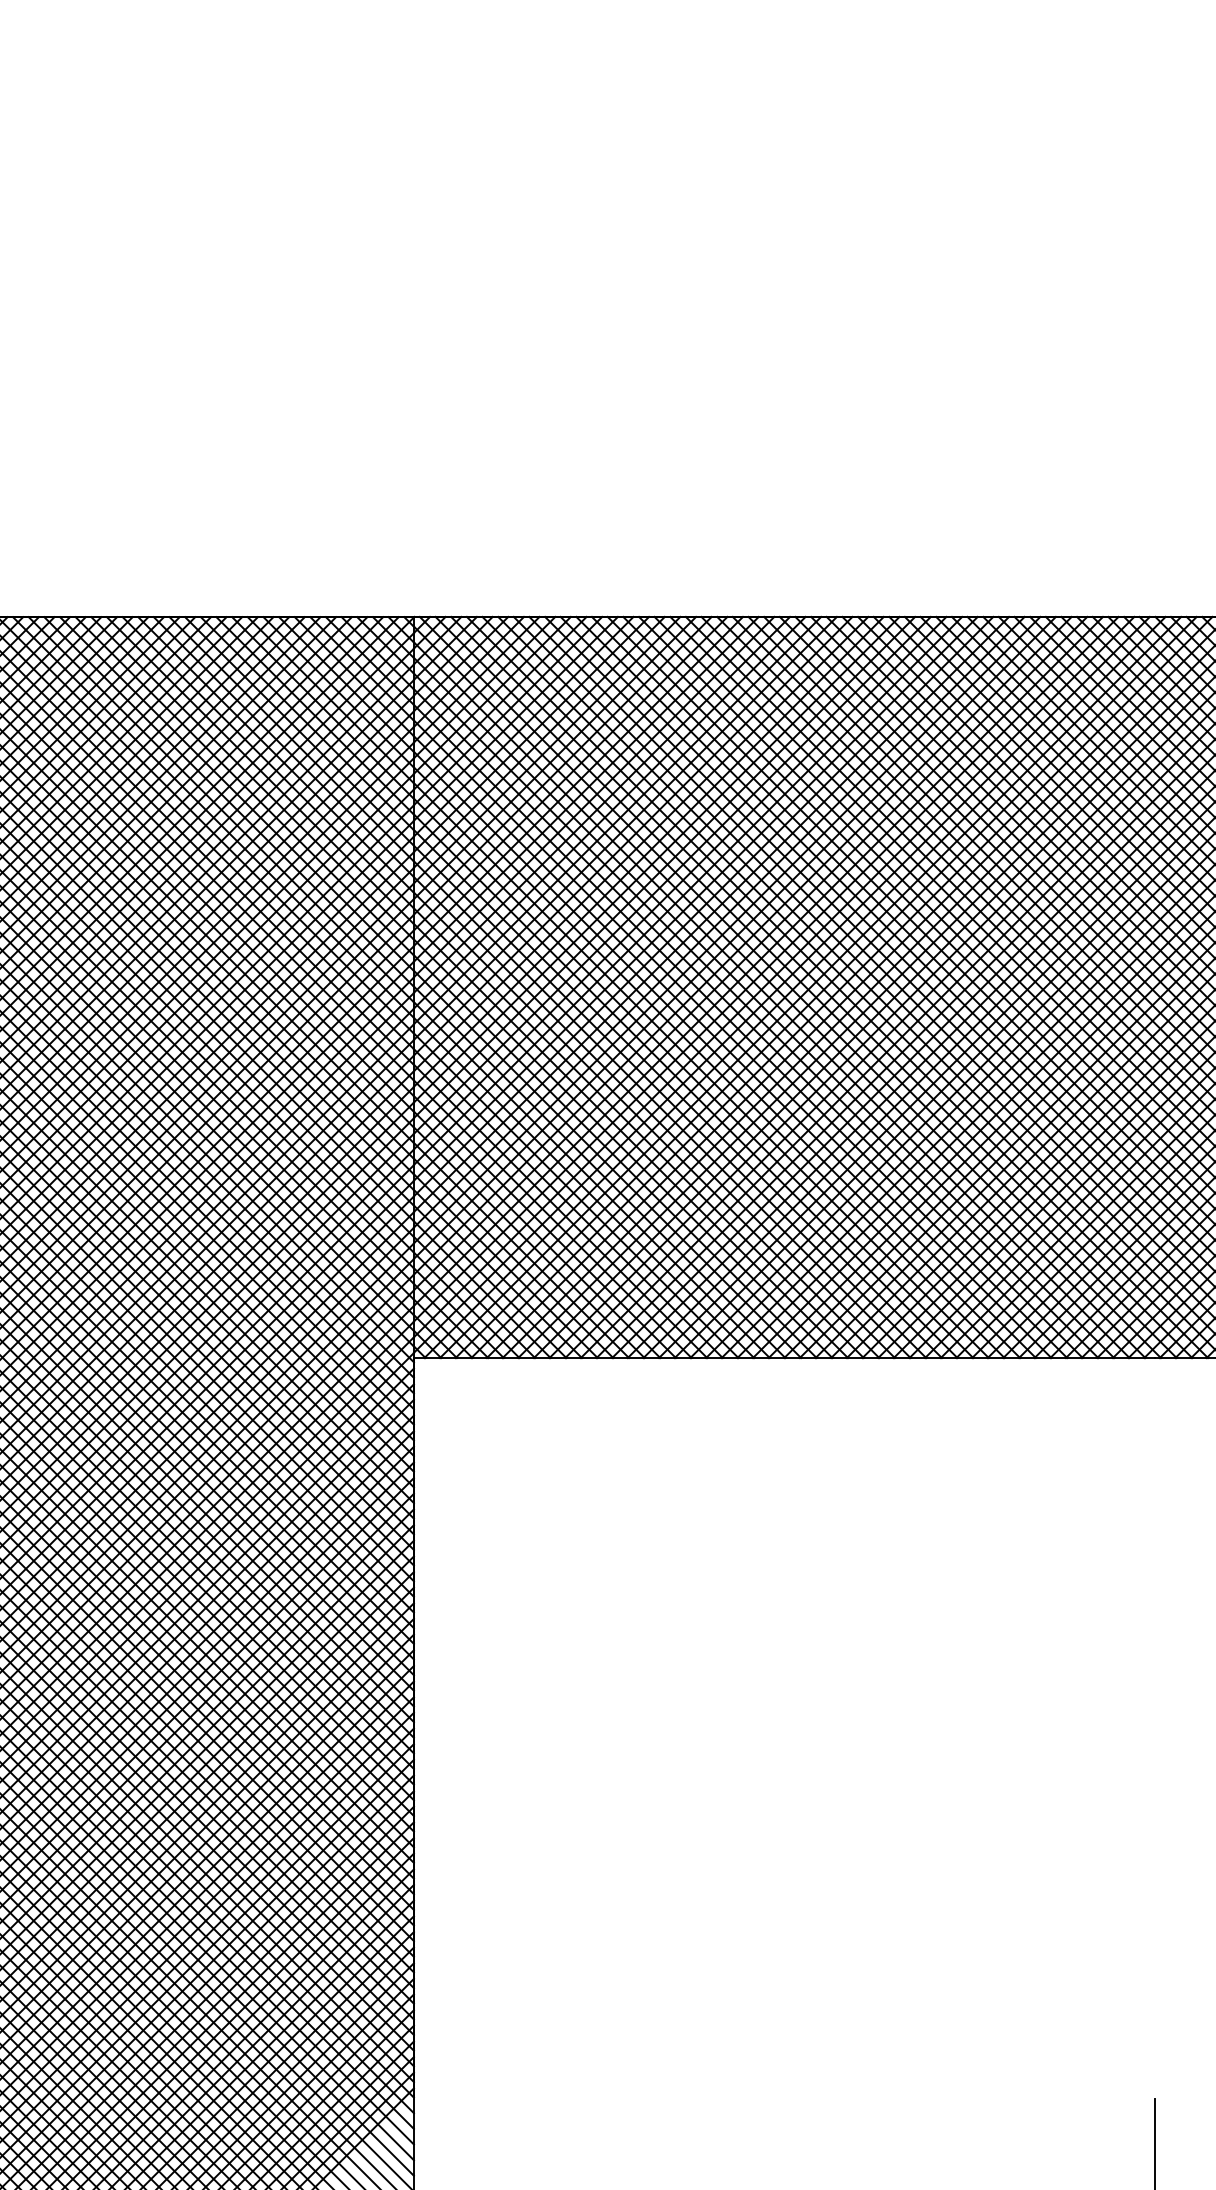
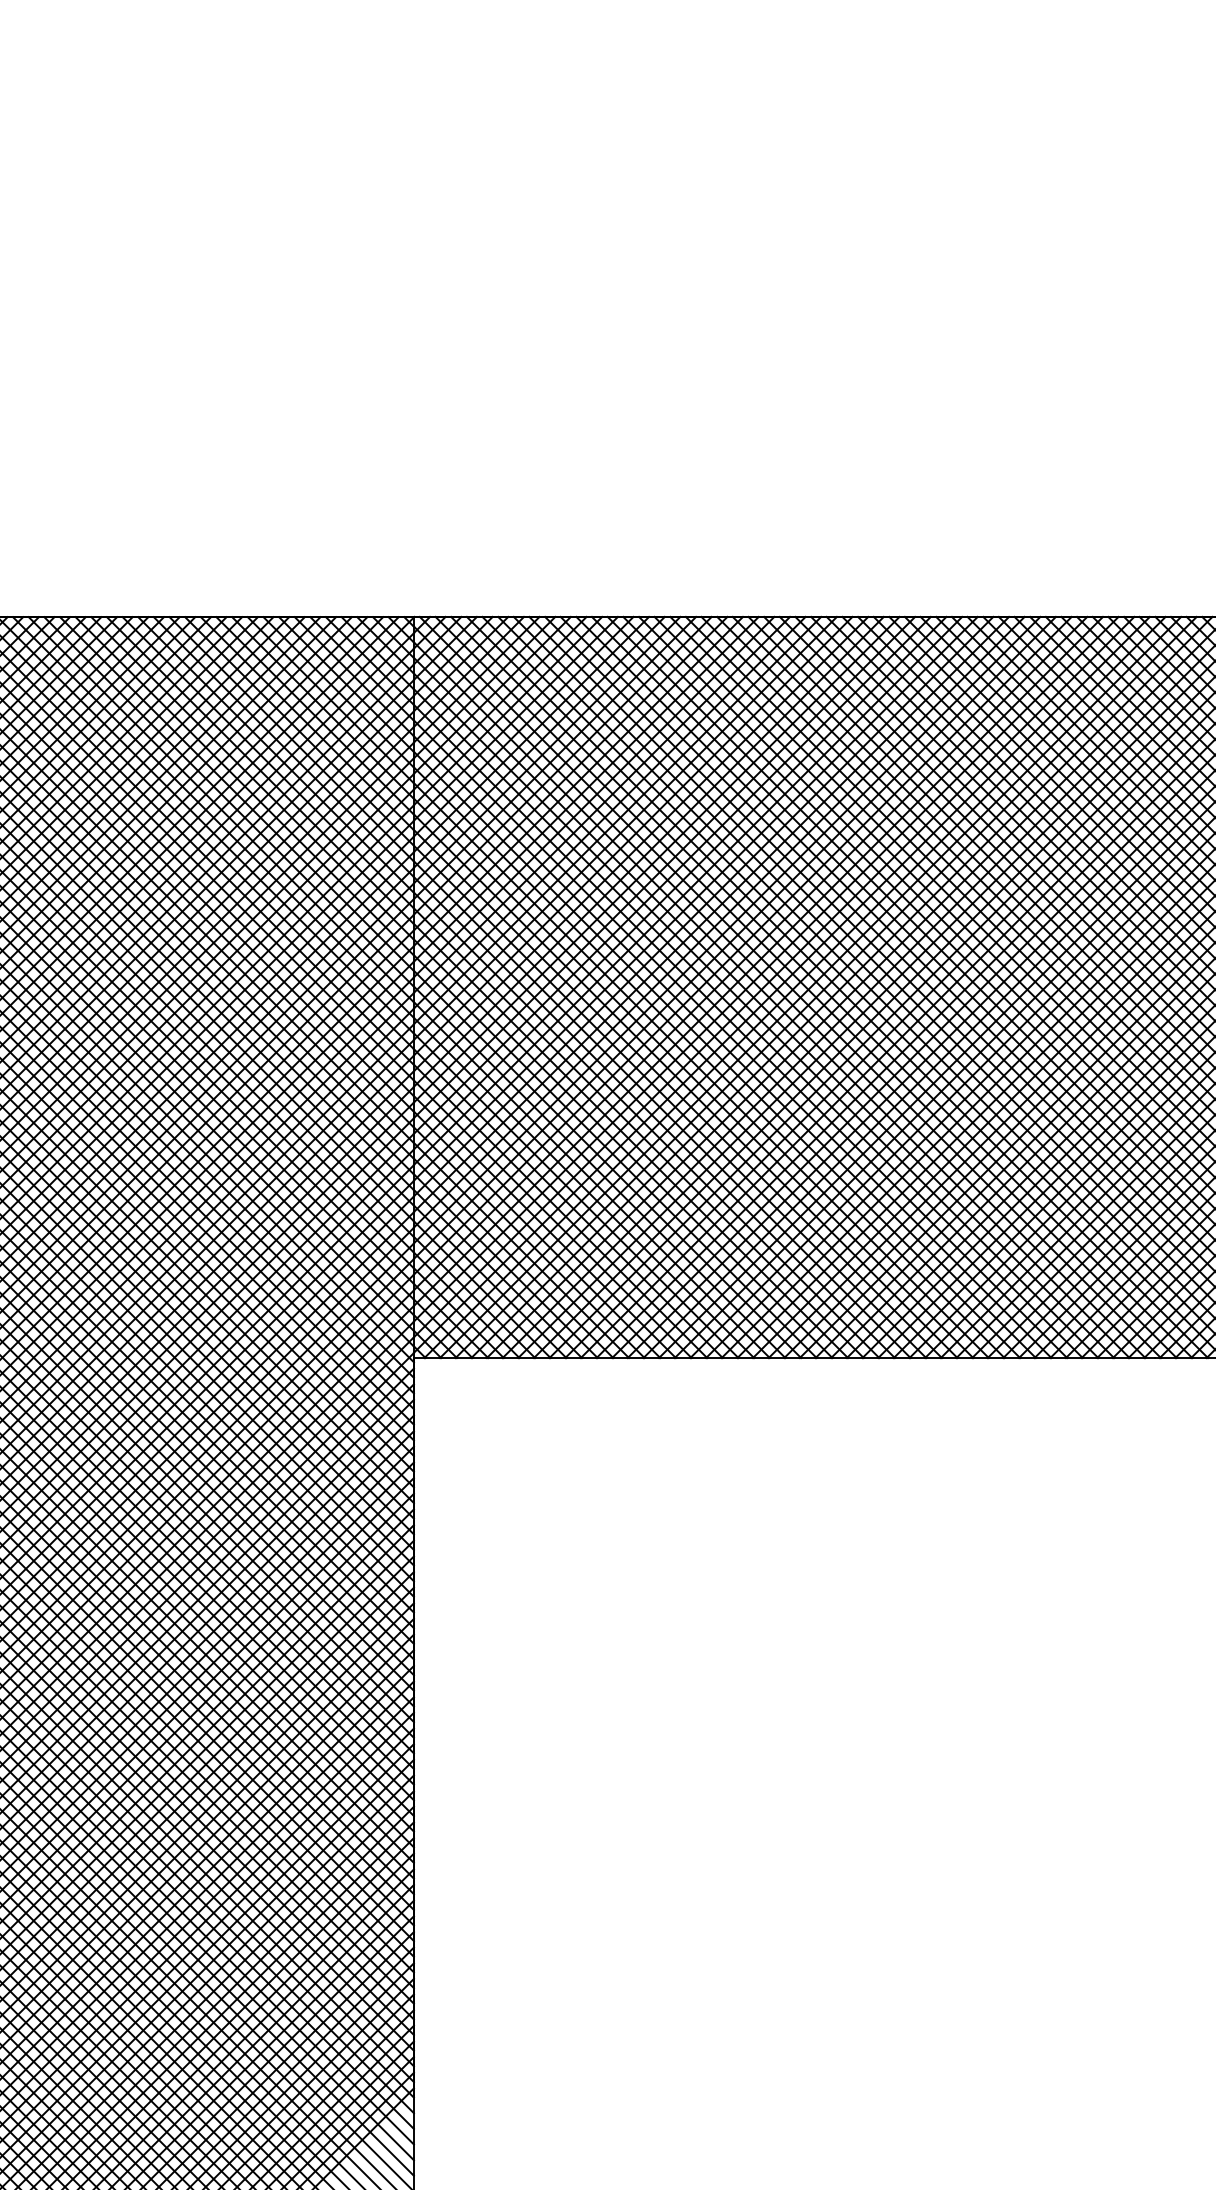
line at (1155, 2142): present -> none
